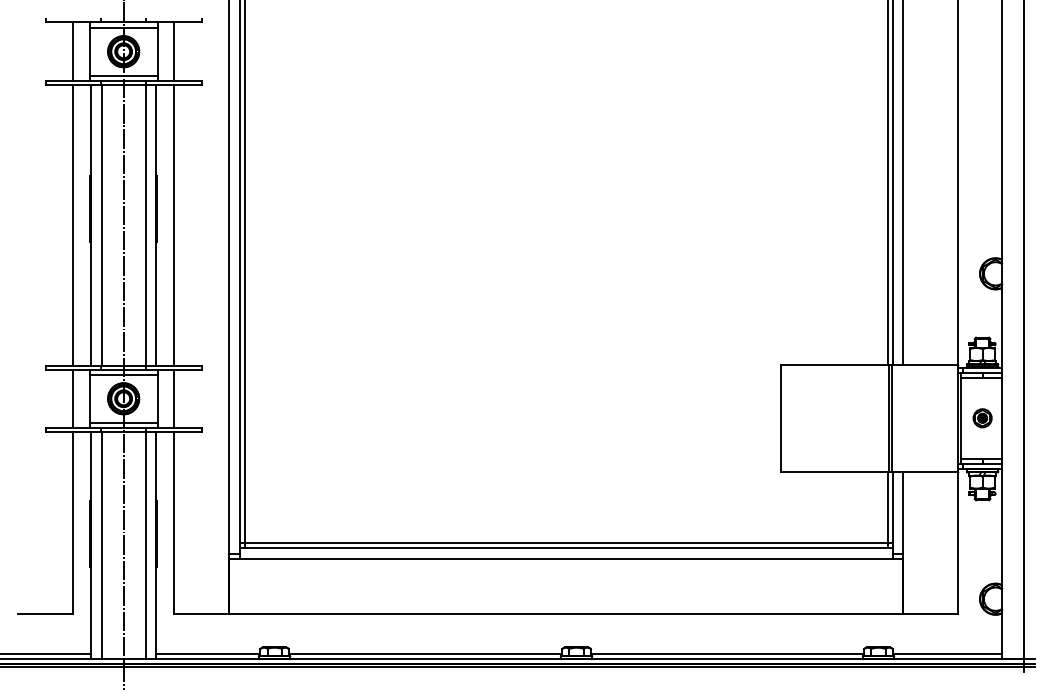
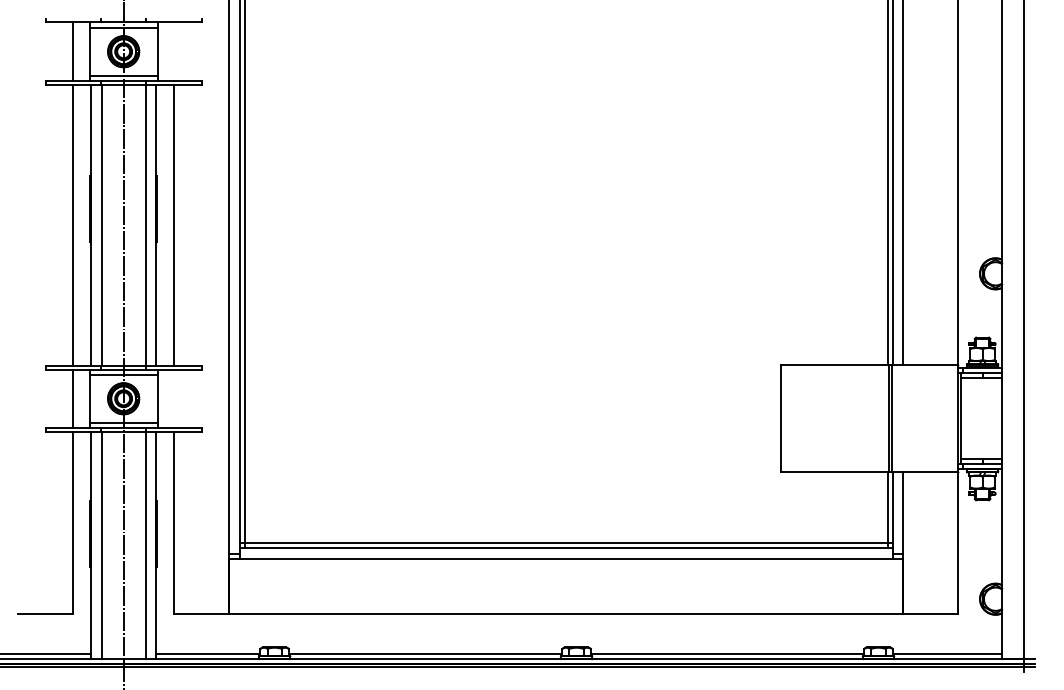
line at (174, 51): present -> none
line at (174, 398): present -> none
part at (982, 418): present -> none
